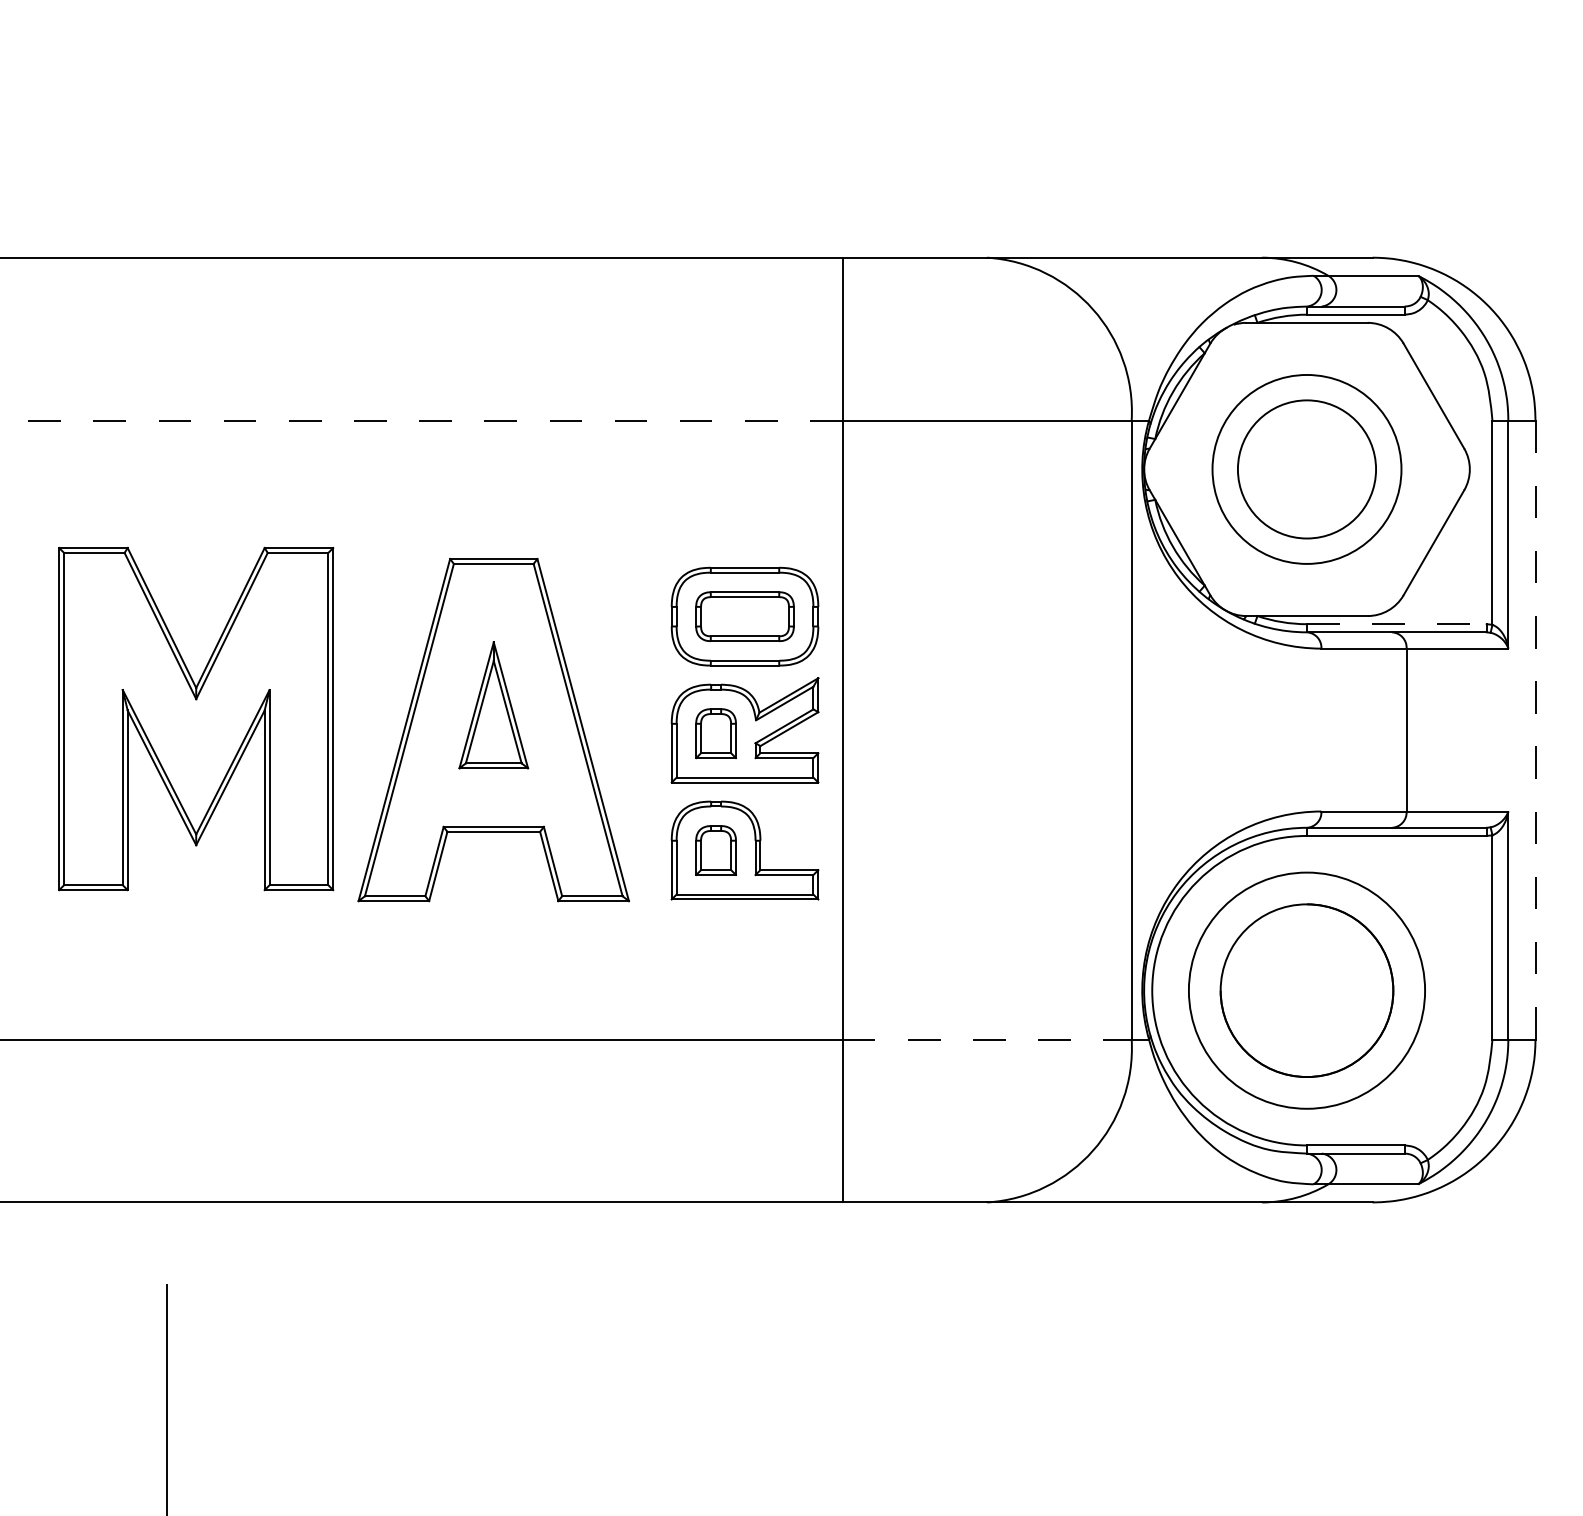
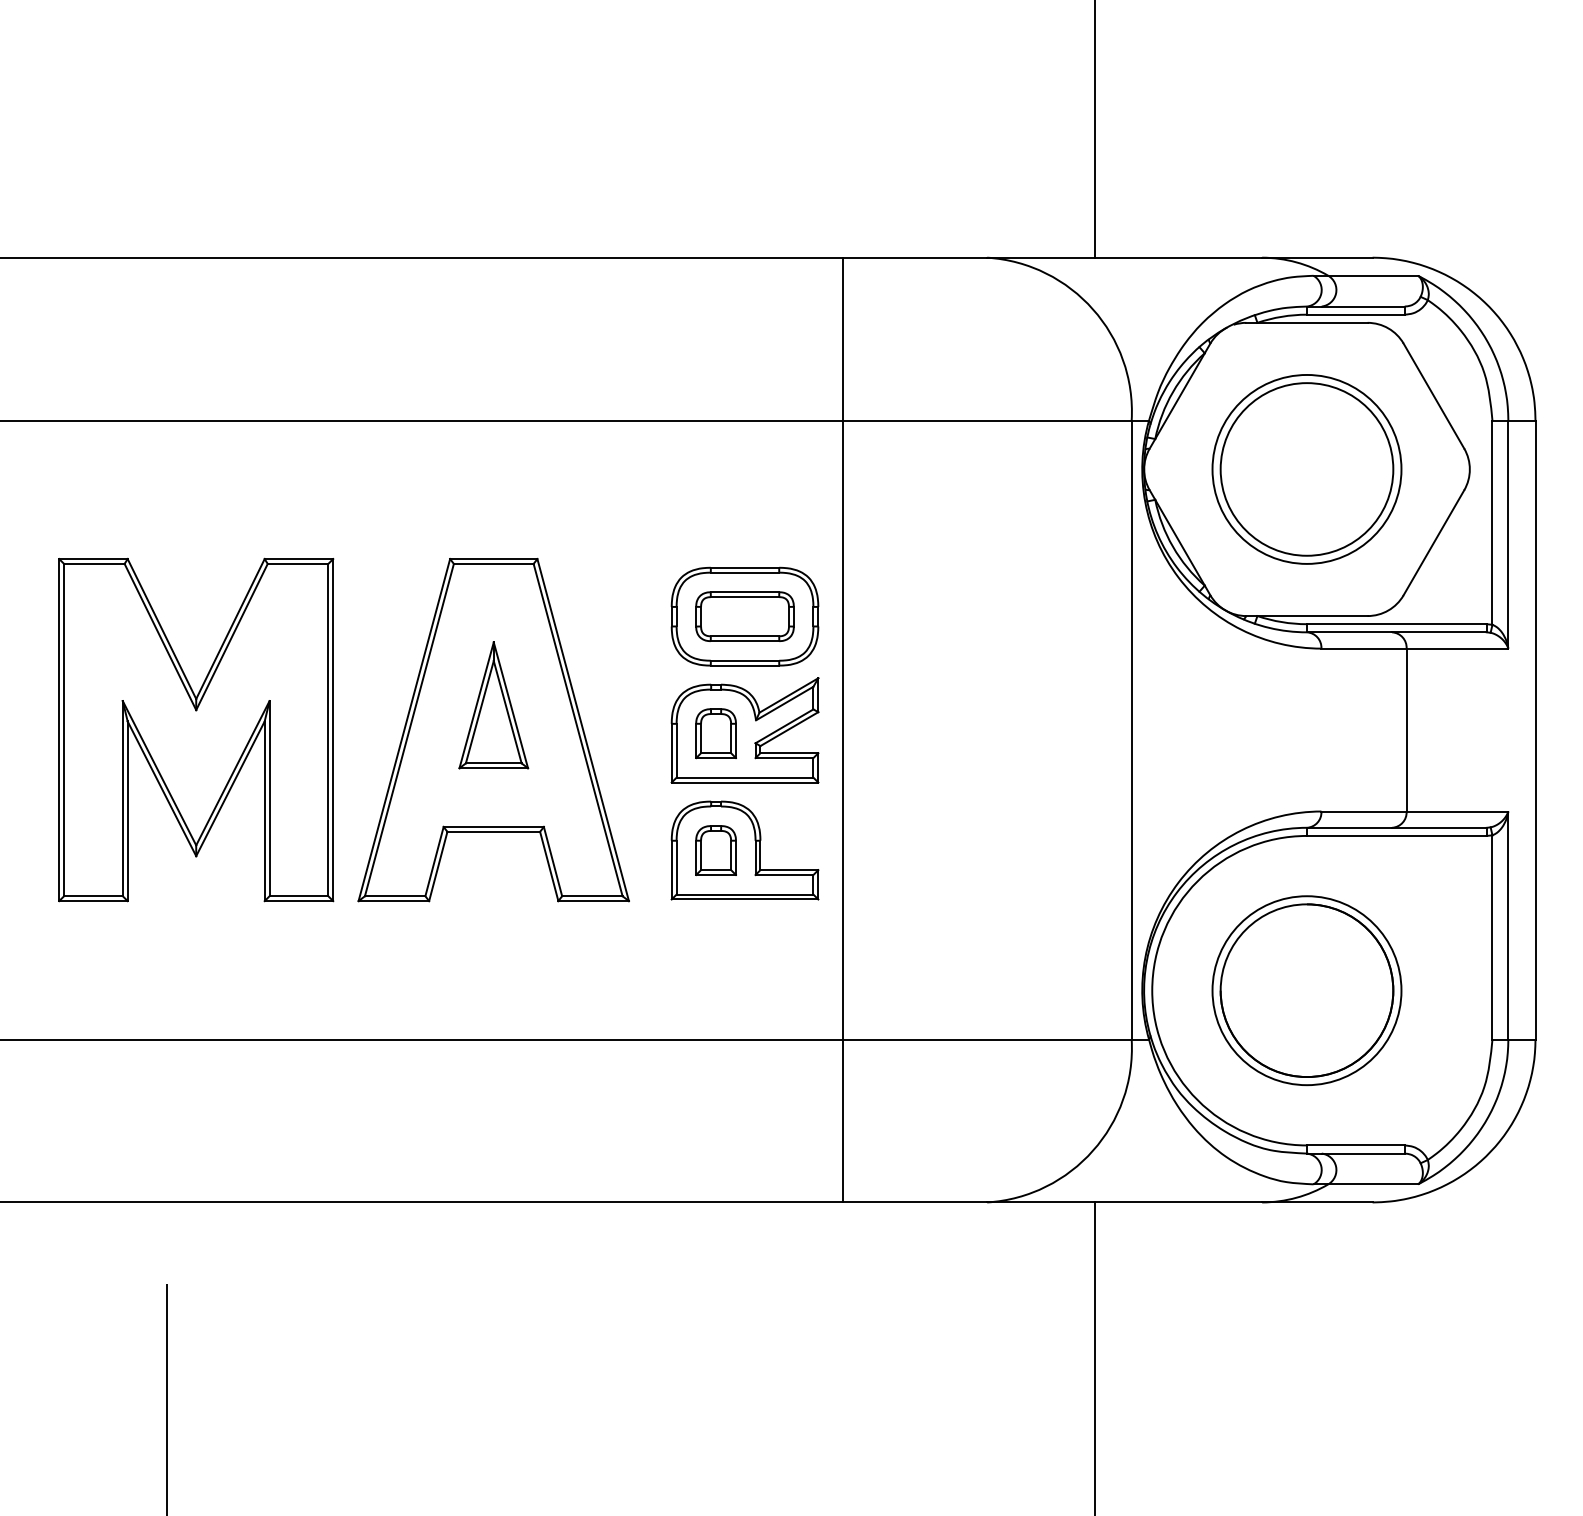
line at (1095, 129): none -> present
line at (421, 420): dashed -> solid
circle at (1306, 469) diameter: 138 px -> 173 px
line at (1396, 624): dashed -> solid
part at (196, 718) position: (196, 718) -> (196, 729)
line at (1535, 730): dashed -> solid
circle at (1306, 990) diameter: 236 px -> 189 px
line at (987, 1039): dashed -> solid
line at (1095, 1357): none -> present
